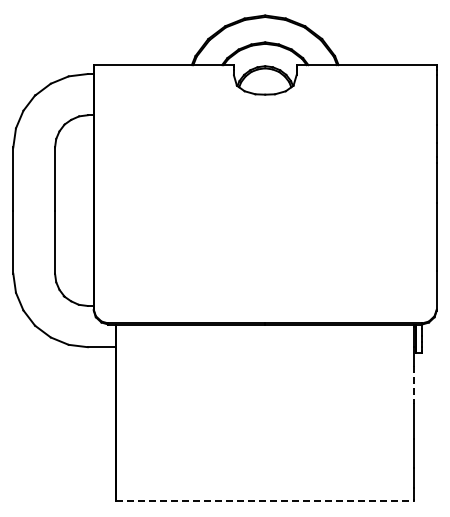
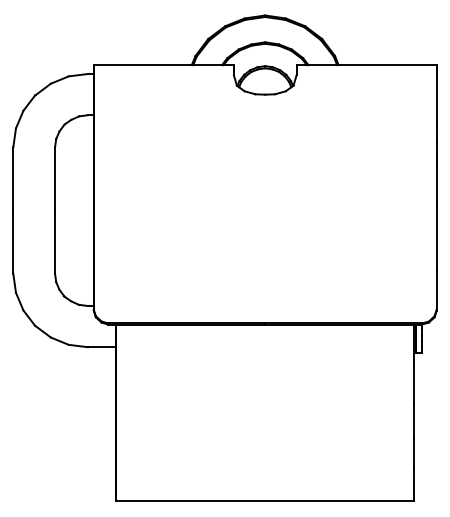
line at (414, 385): dashed -> solid
line at (265, 501): dashed -> solid
